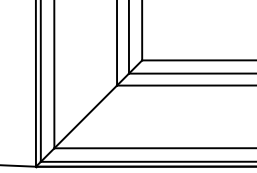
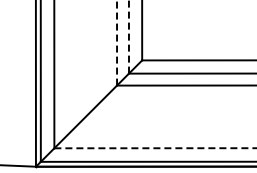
line at (128, 36): solid -> dashed
line at (117, 42): solid -> dashed
line at (155, 148): solid -> dashed
